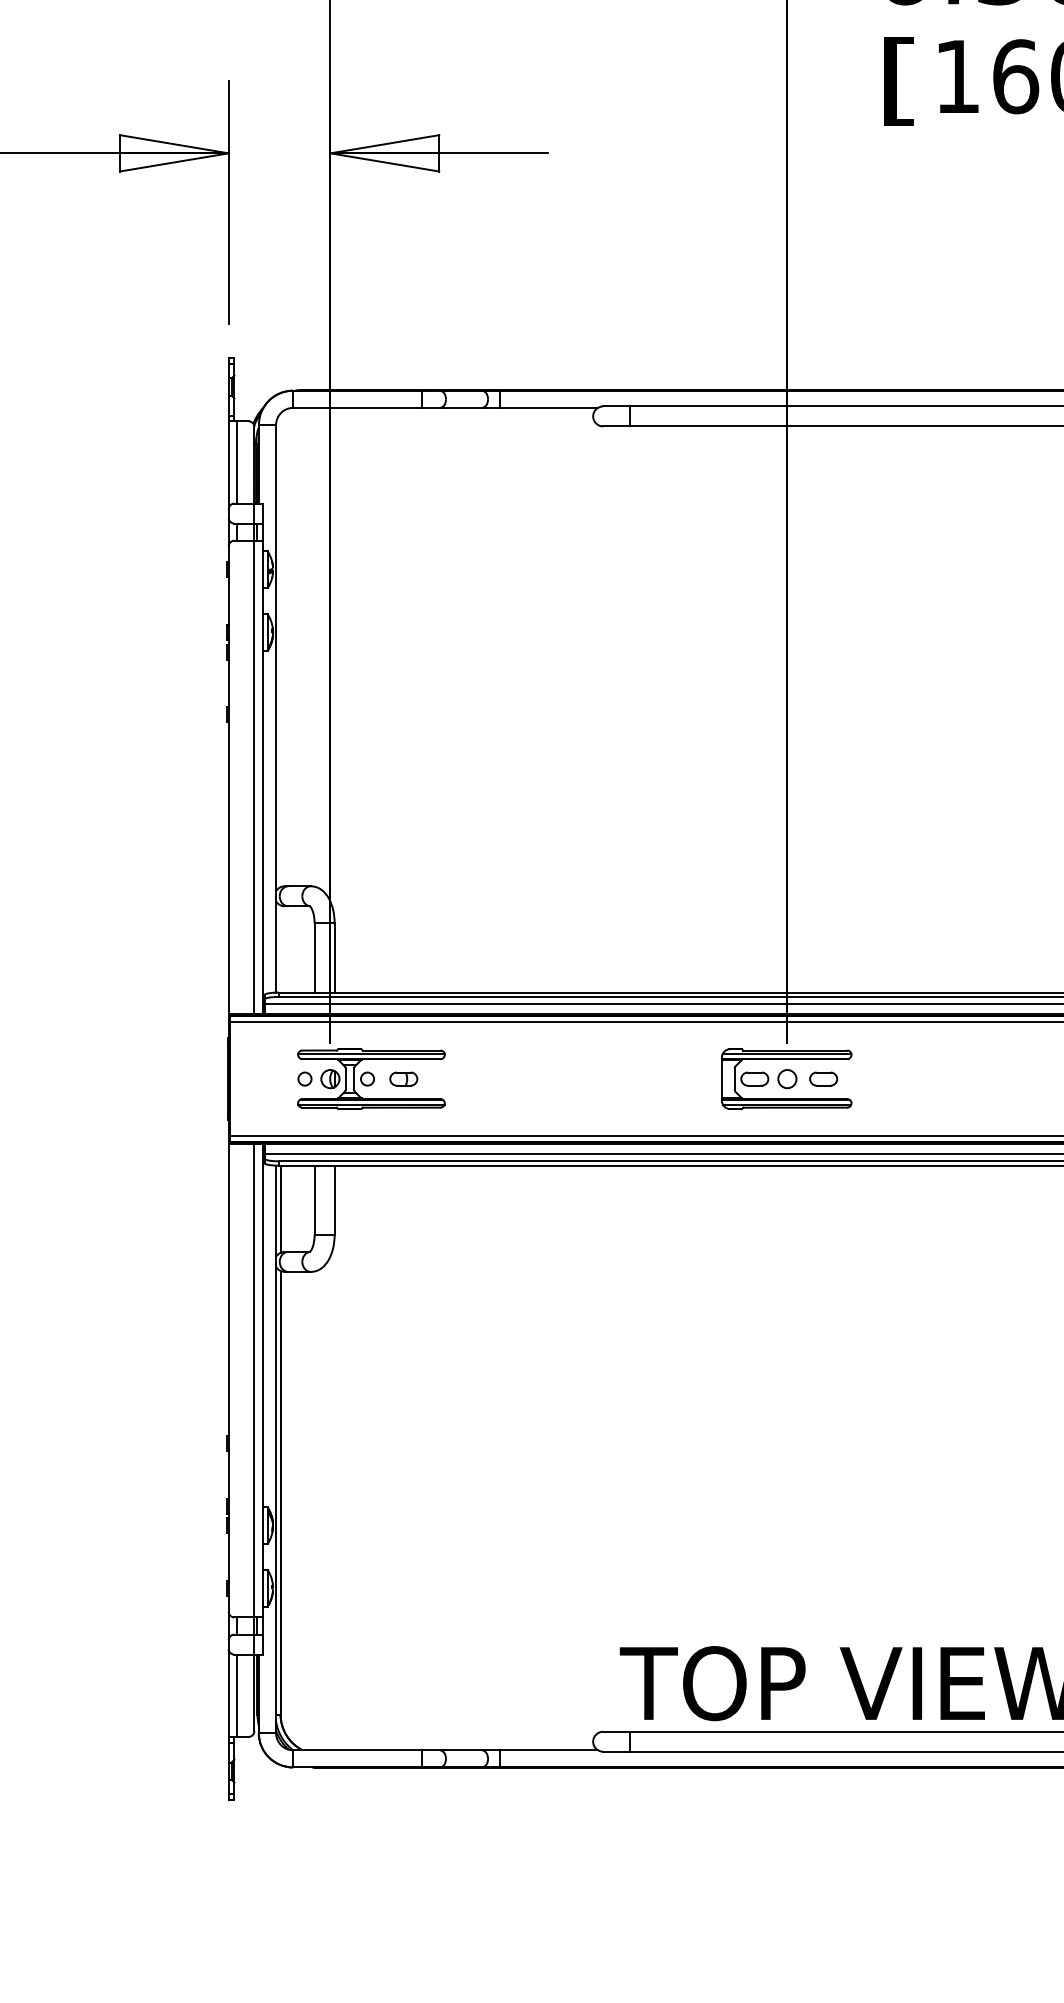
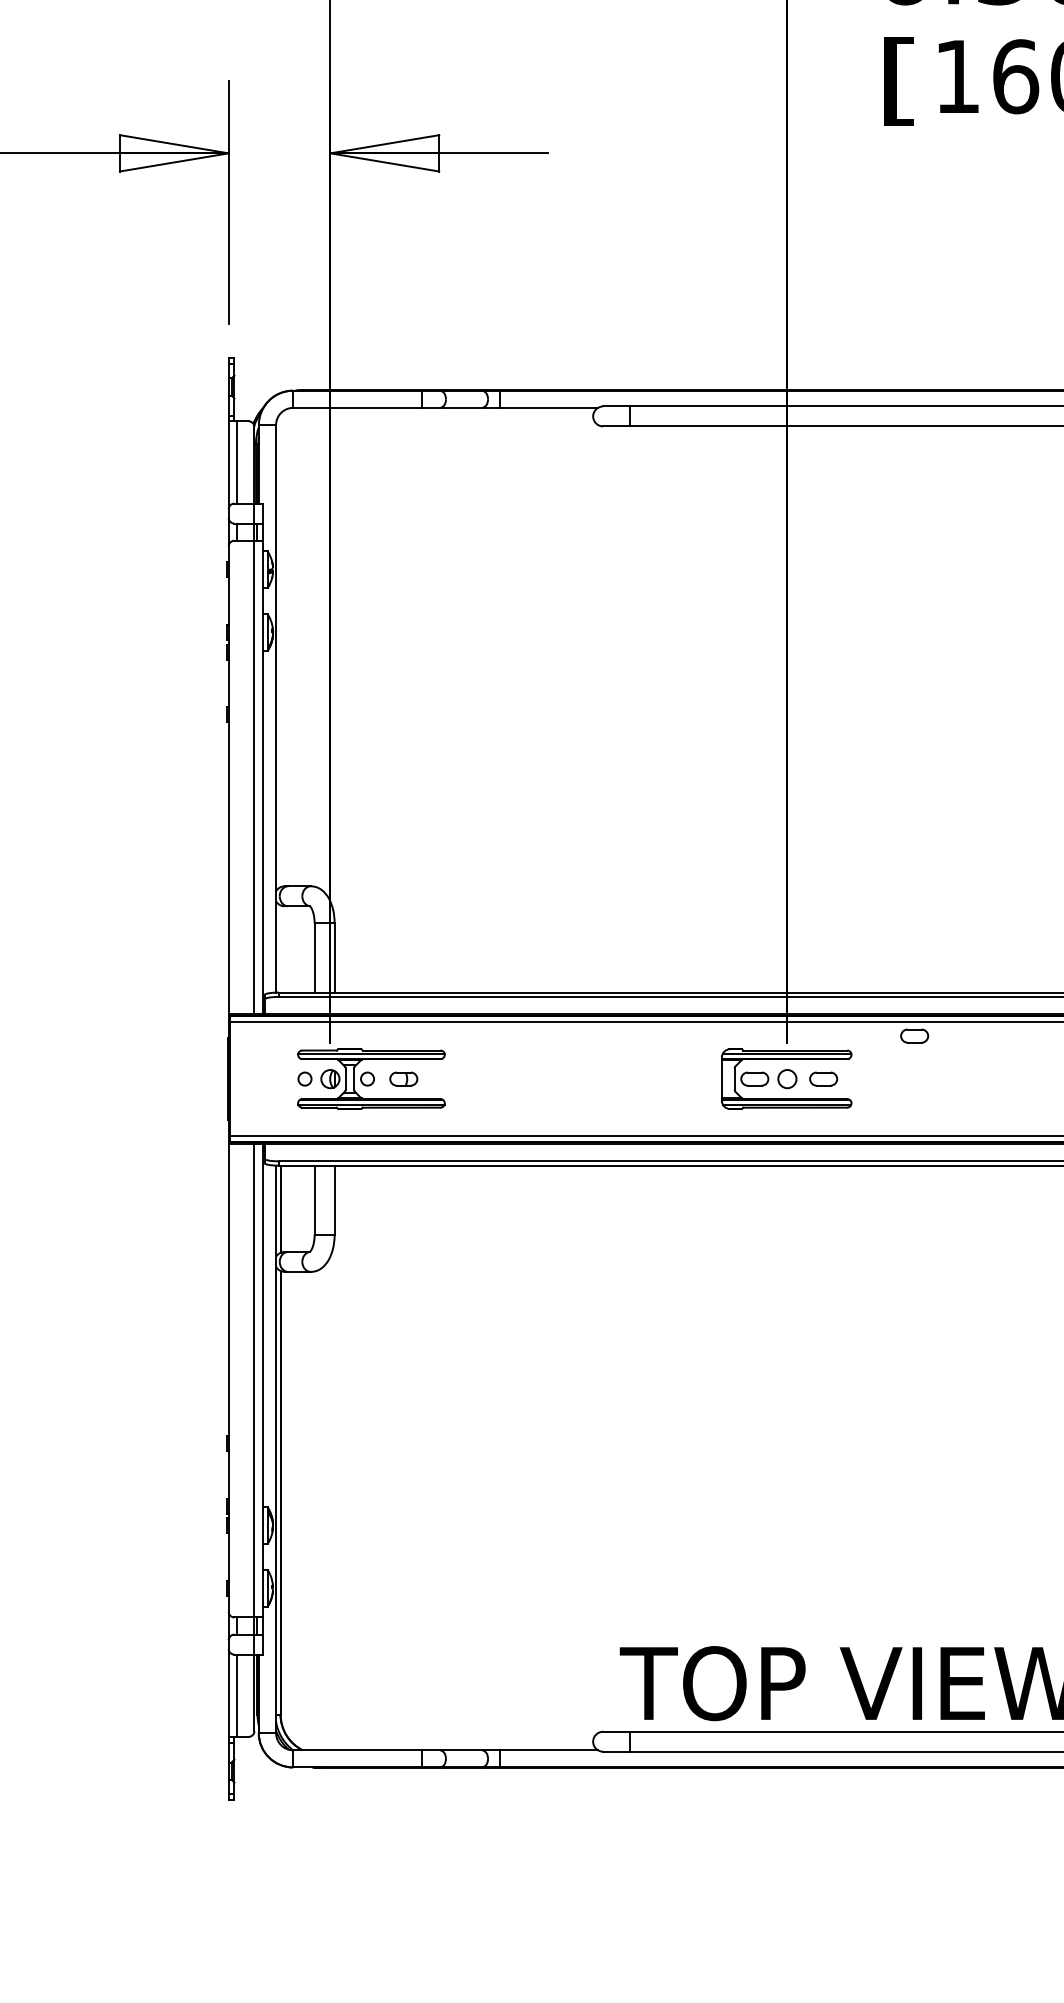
line at (662, 1003): present -> none
part at (914, 1035): none -> present
line at (662, 1154): present -> none
